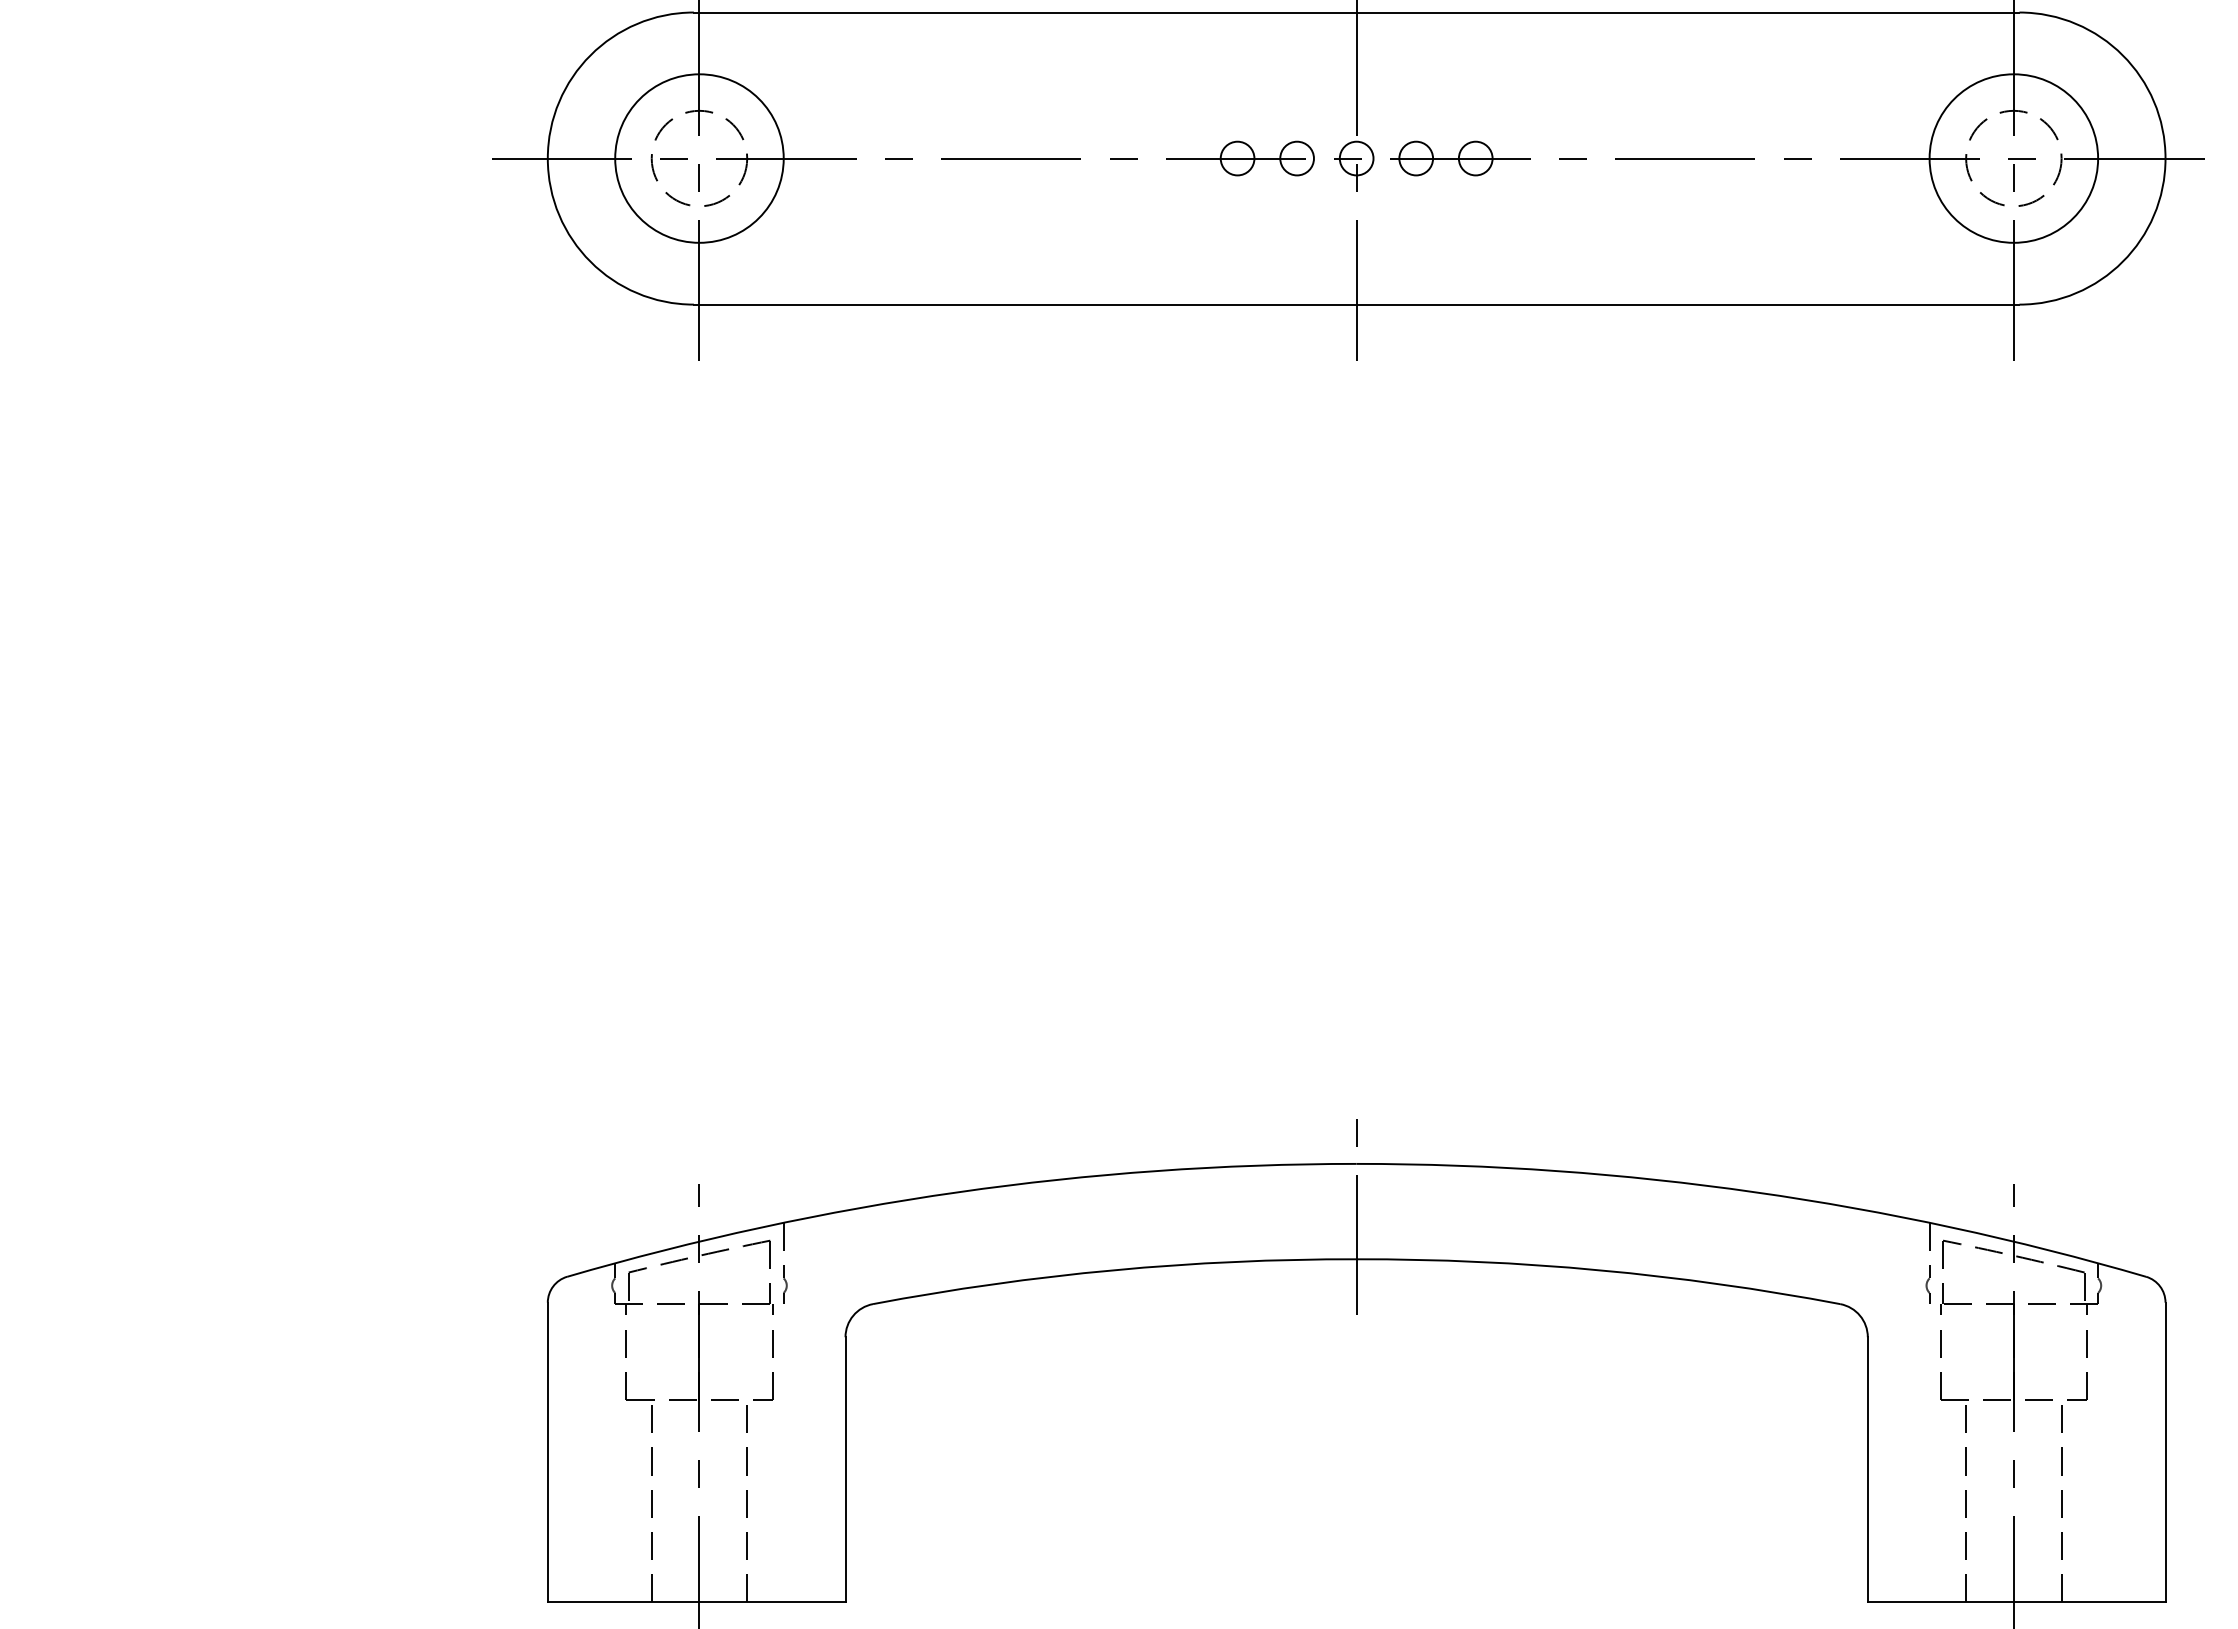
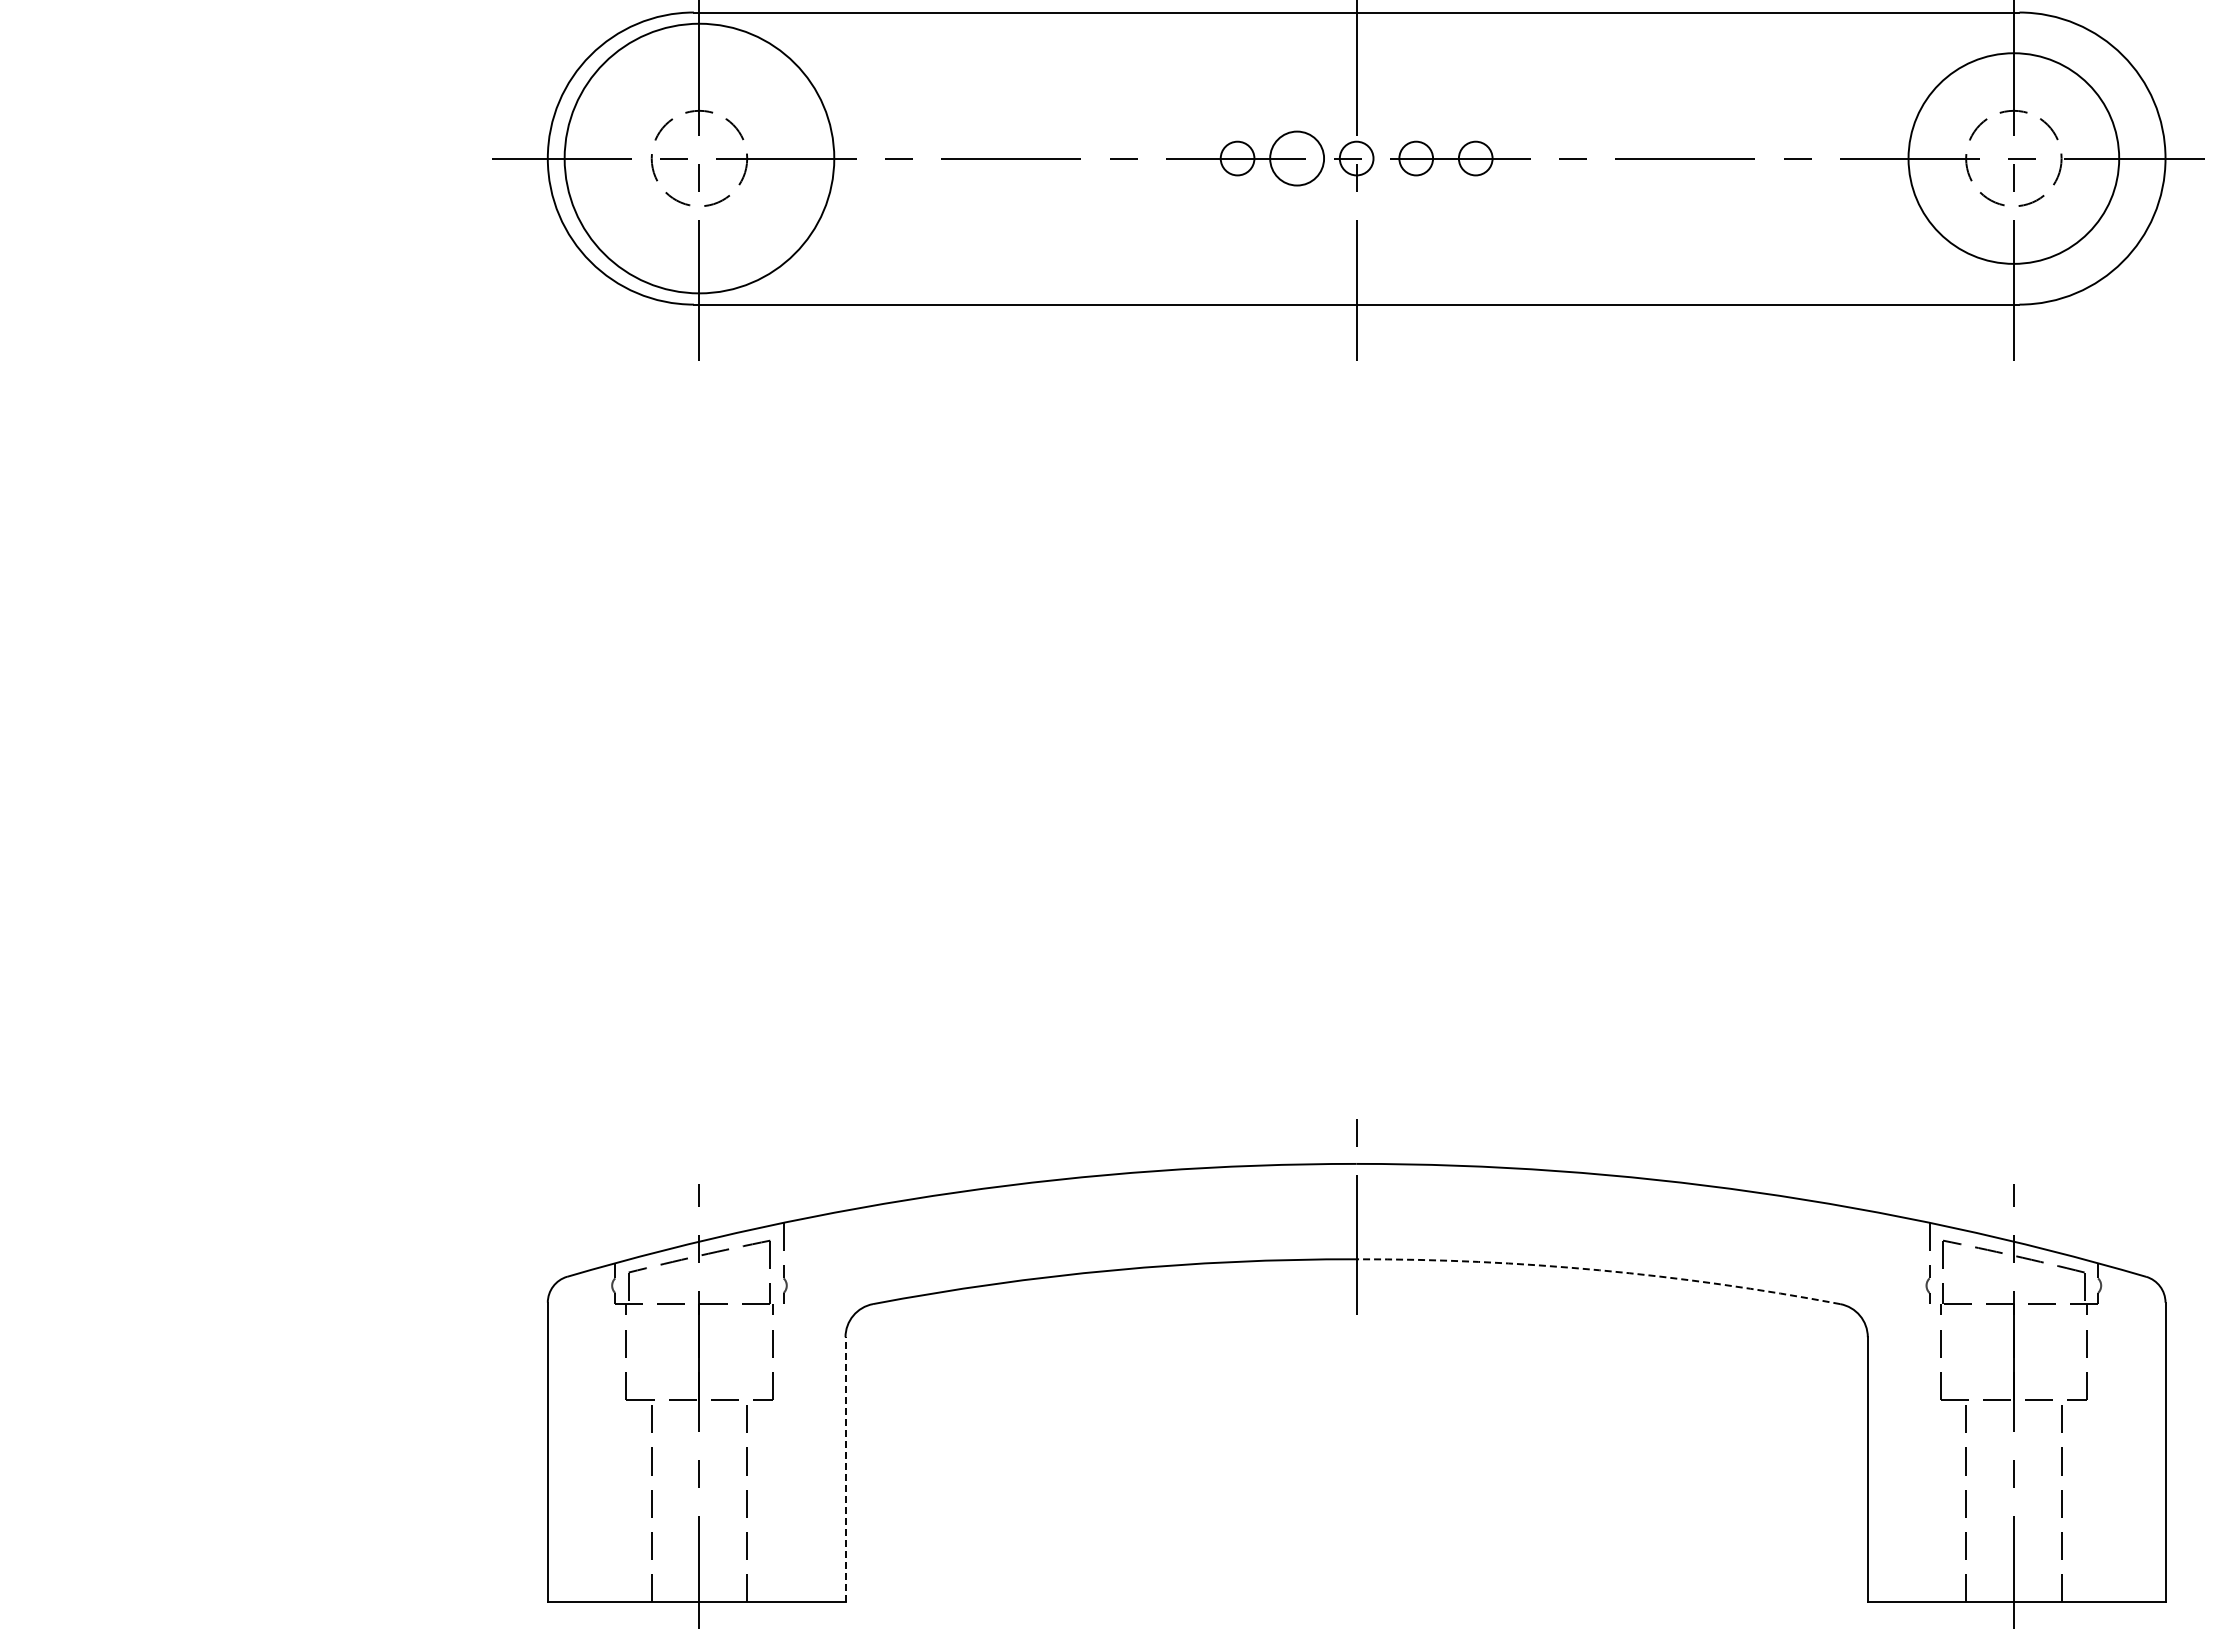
circle at (699, 158) diameter: 169 px -> 270 px
circle at (1296, 158) diameter: 34 px -> 54 px
circle at (2013, 158) diameter: 169 px -> 211 px
arc at (1599, 1270): solid -> dashed
line at (845, 1469): solid -> dashed
